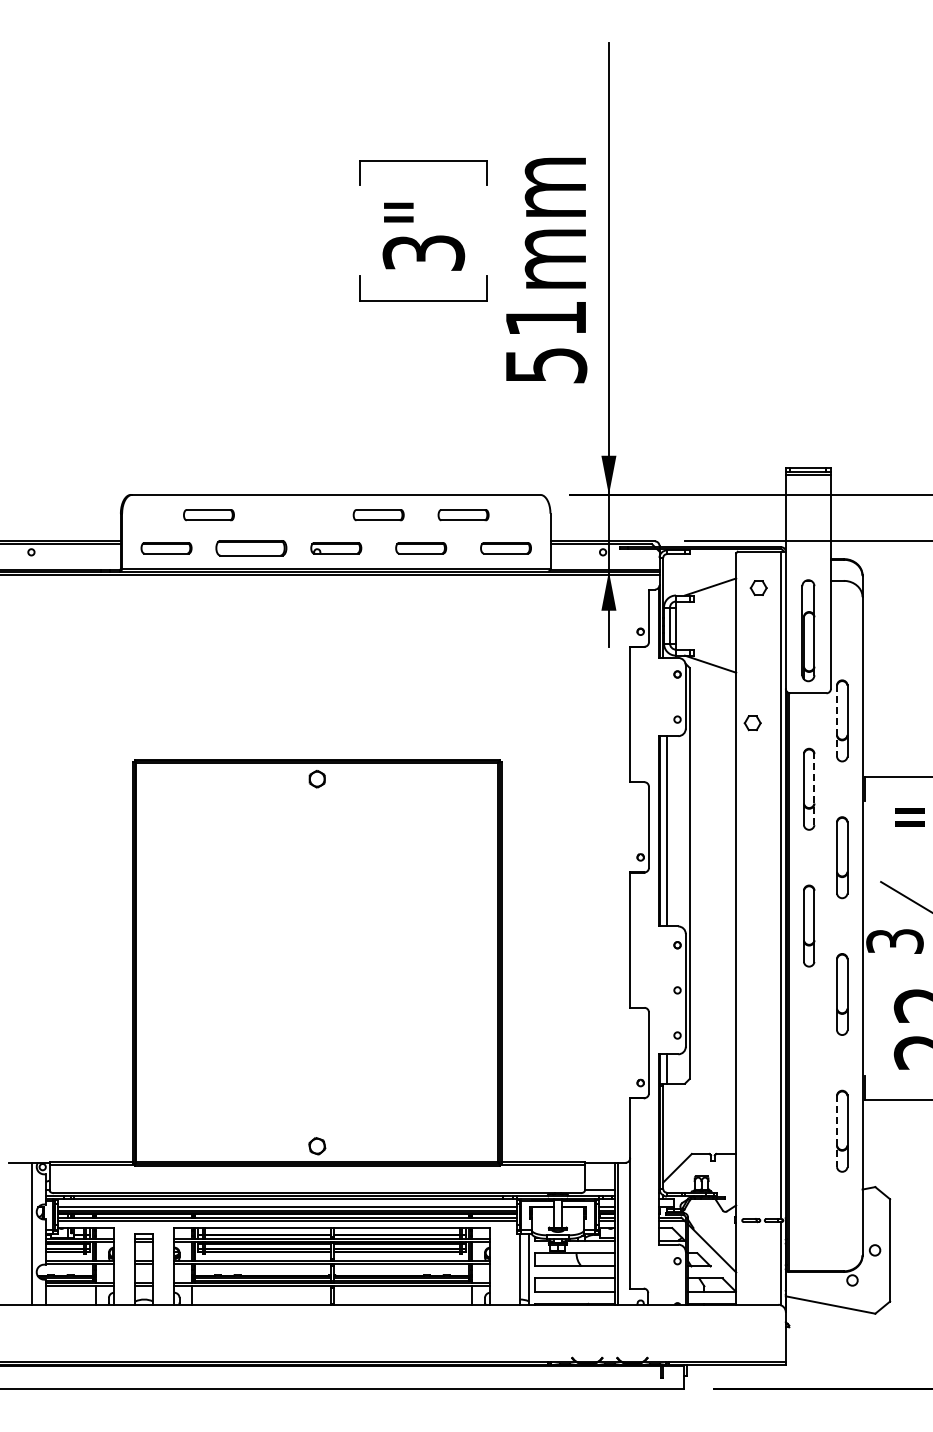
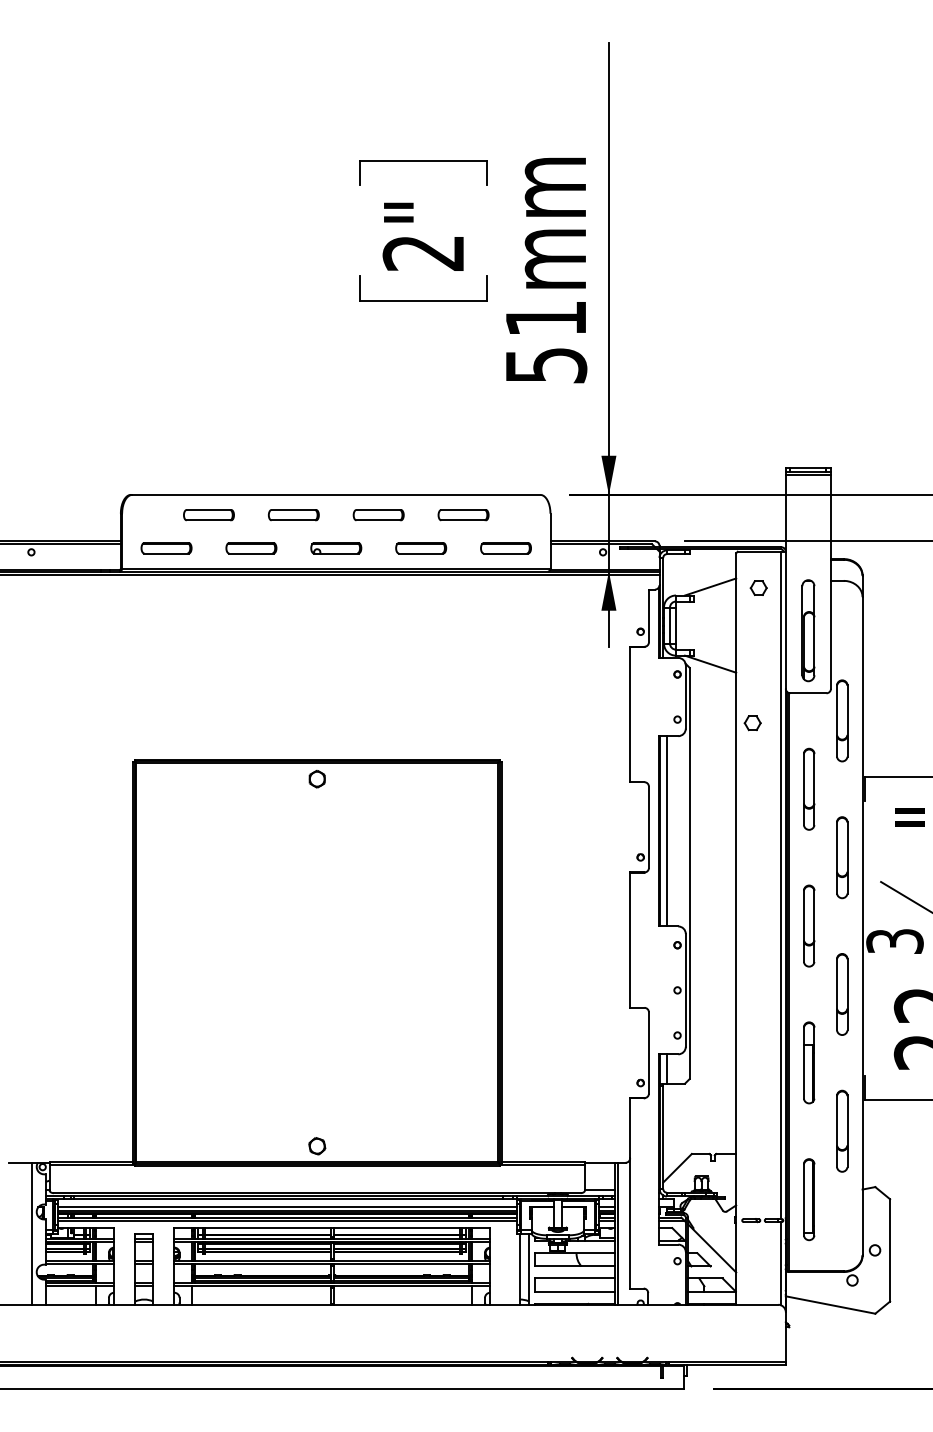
text at (423, 252): 3" -> 2"
part at (293, 515): none -> present
part at (251, 548) size: 73x17 px -> 53x13 px
line at (837, 720): dashed -> solid
line at (814, 789): dashed -> solid
part at (809, 1062): none -> present
line at (837, 1131): dashed -> solid
part at (809, 1199): none -> present
